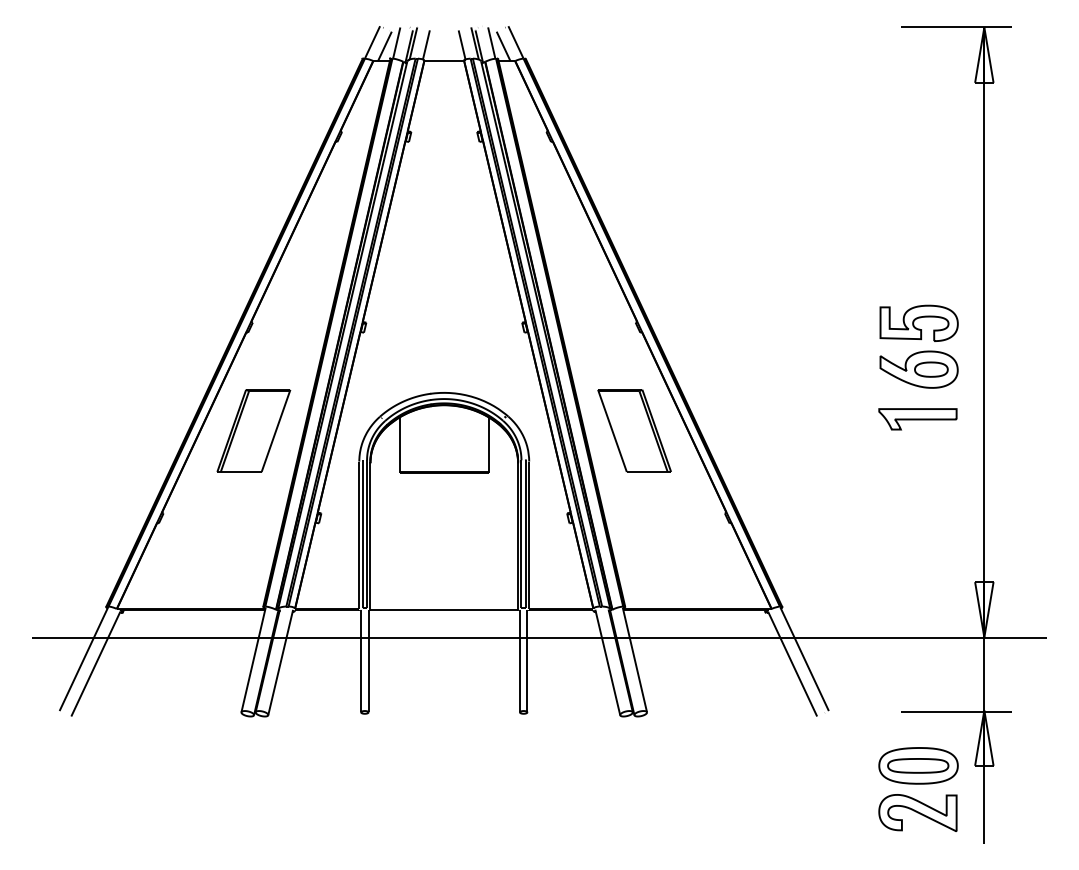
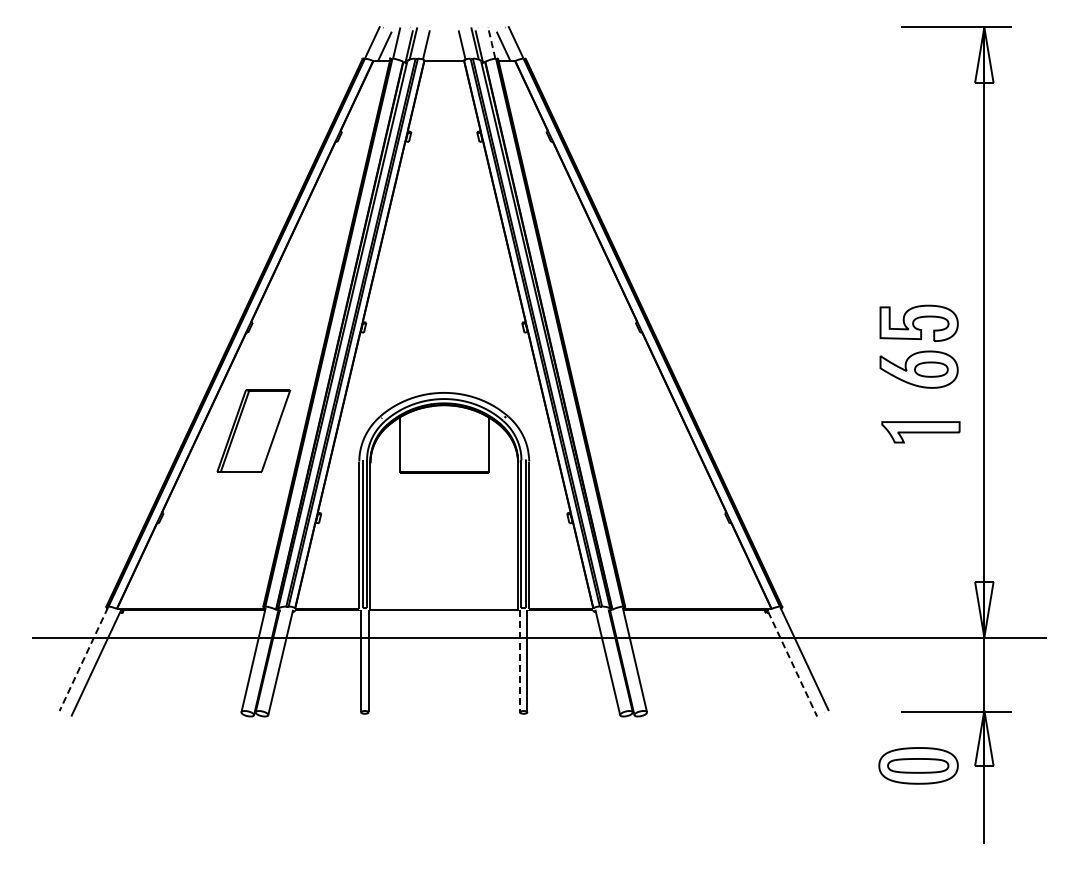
line at (491, 43): solid -> dashed
part at (917, 419) position: (917, 419) -> (920, 432)
part at (634, 430): present -> none
line at (83, 659): solid -> dashed
line at (519, 661): solid -> dashed
line at (792, 664): solid -> dashed
part at (917, 812): present -> none
